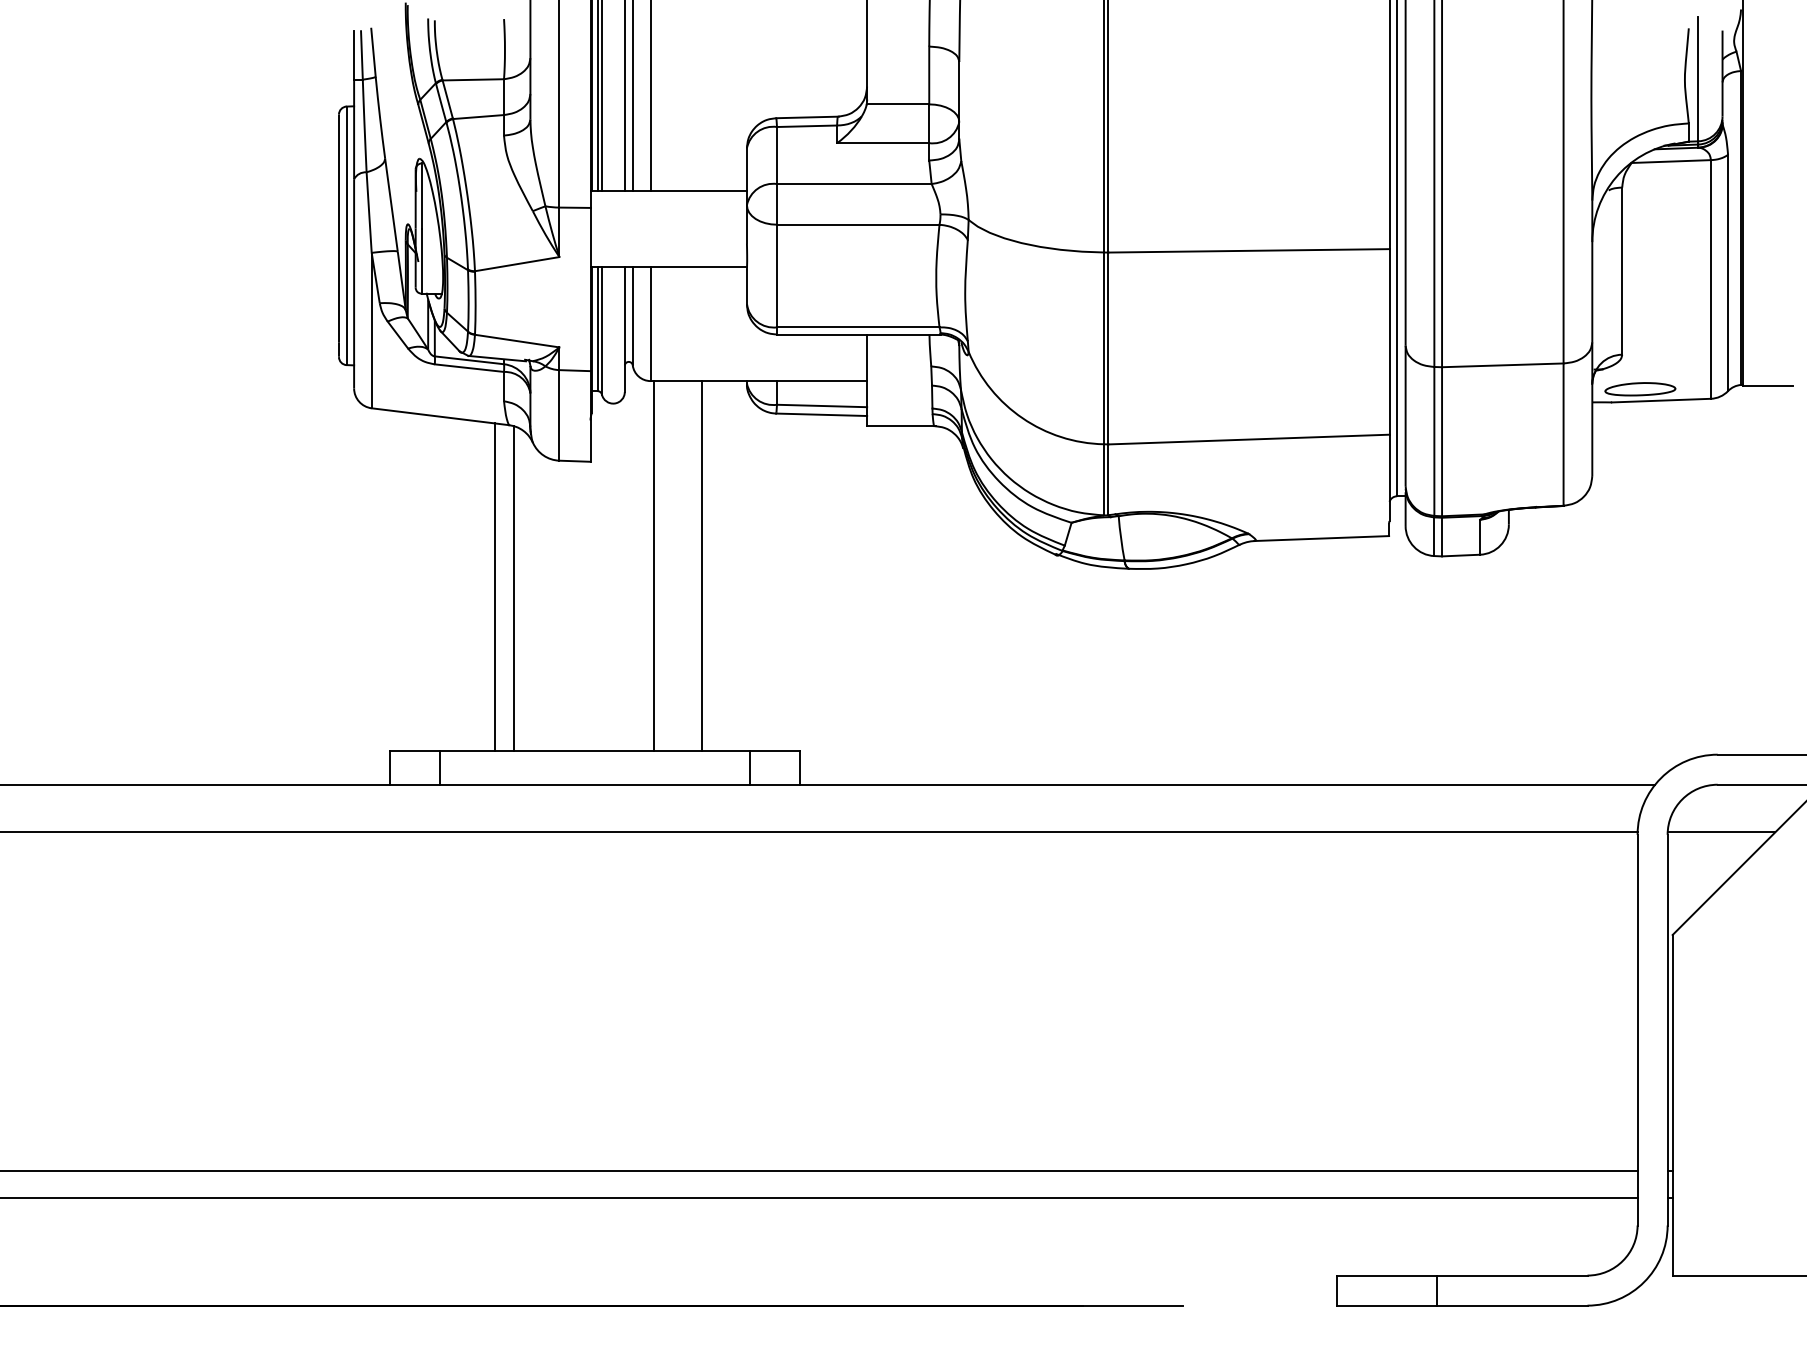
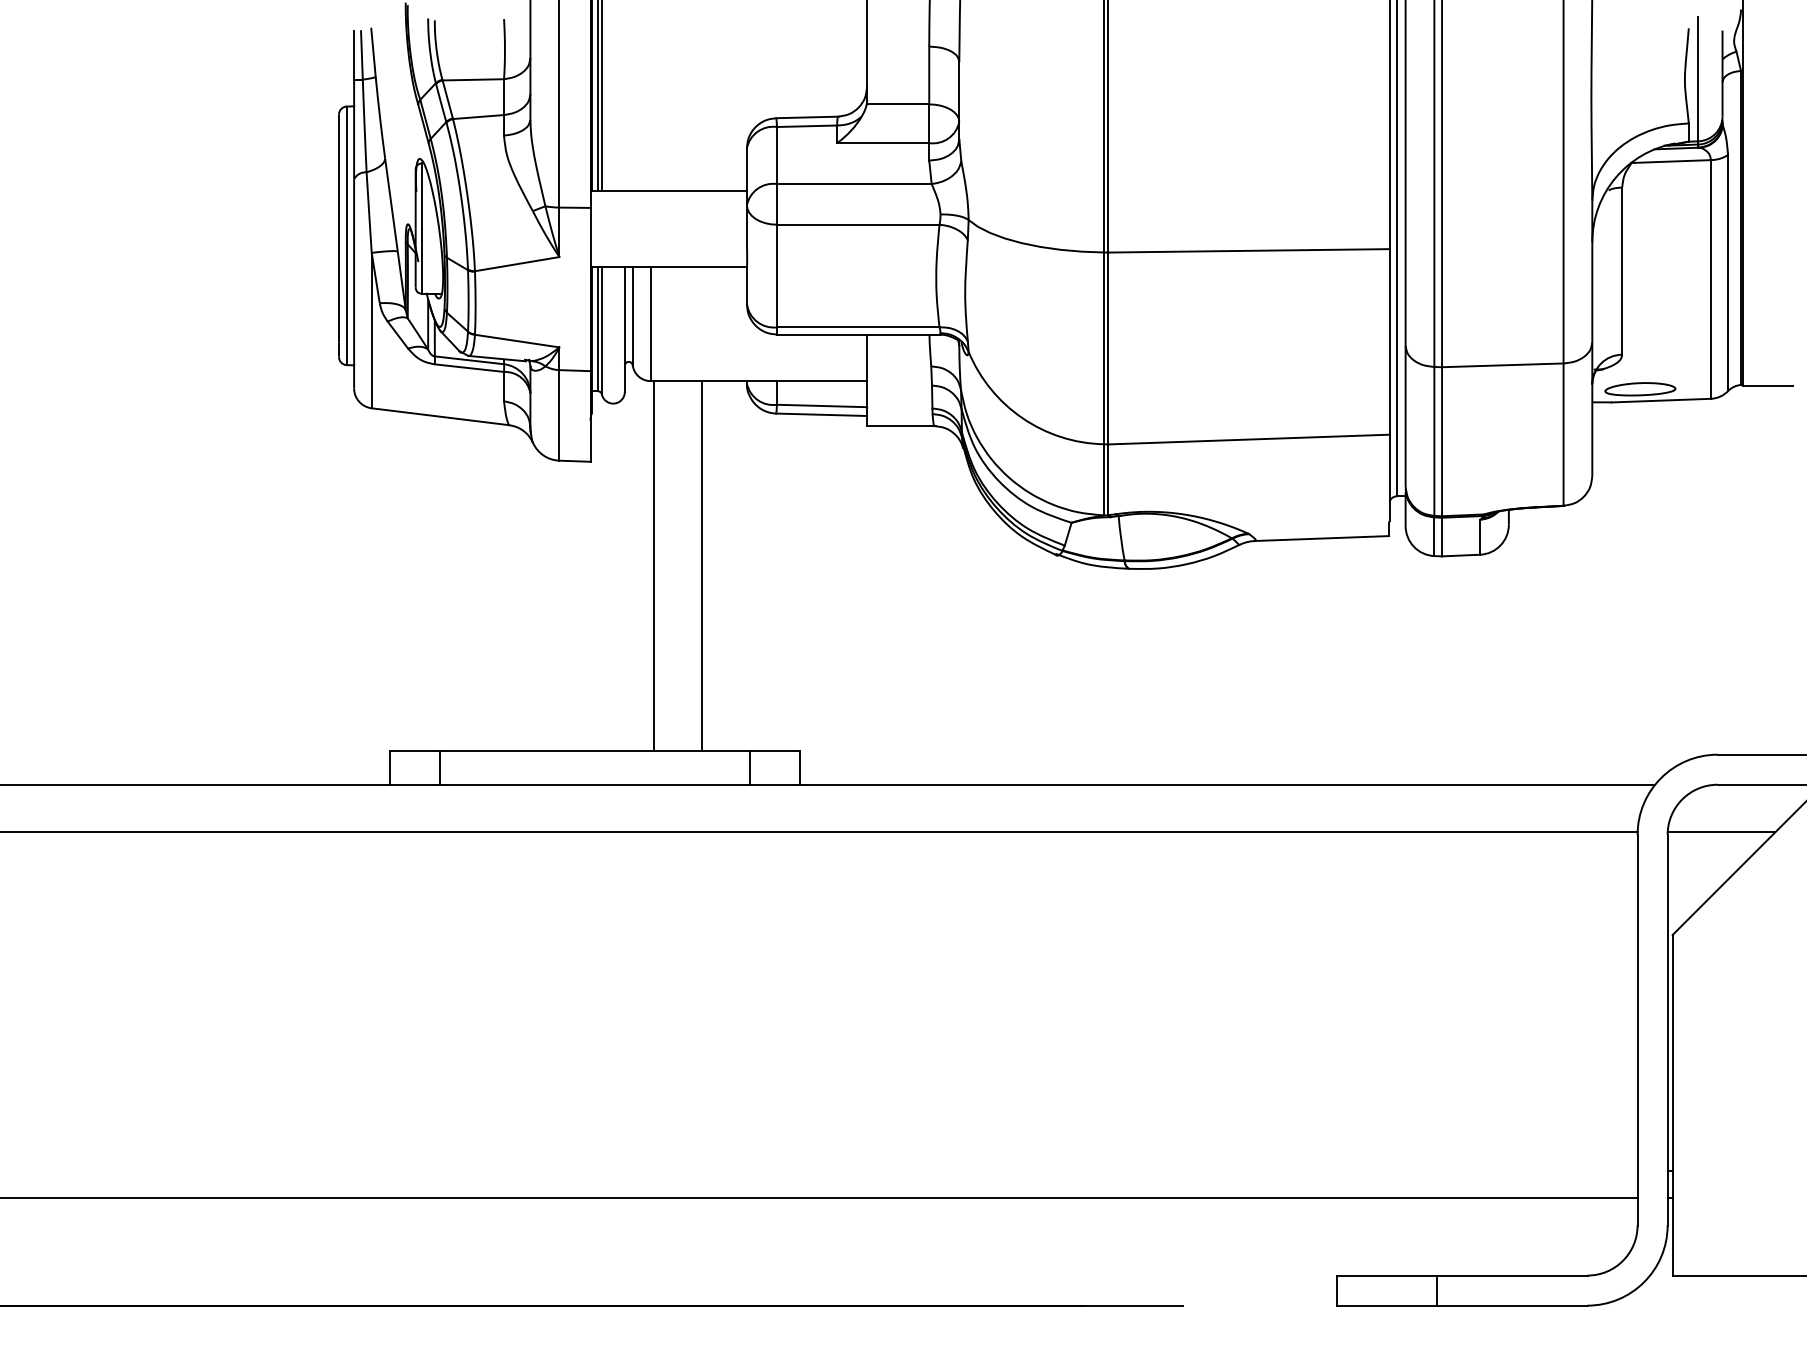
line at (624, 96): present -> none
line at (632, 96): present -> none
line at (650, 96): present -> none
line at (494, 586): present -> none
line at (513, 588): present -> none
line at (819, 1171): present -> none
